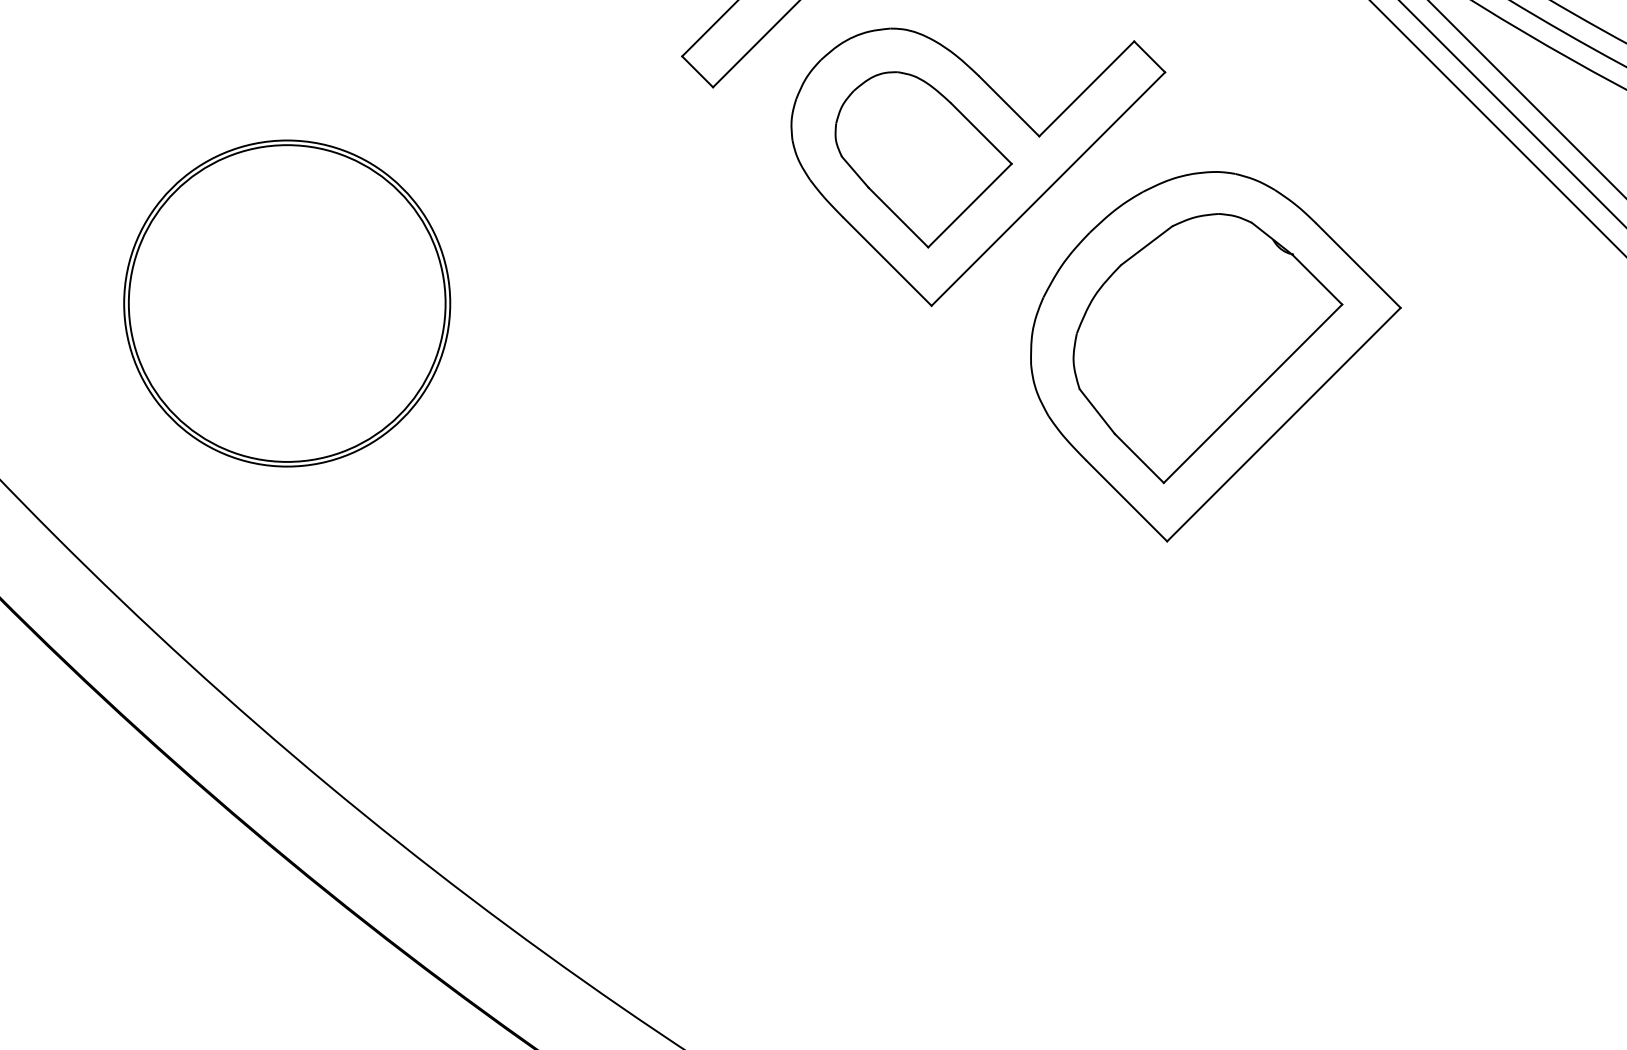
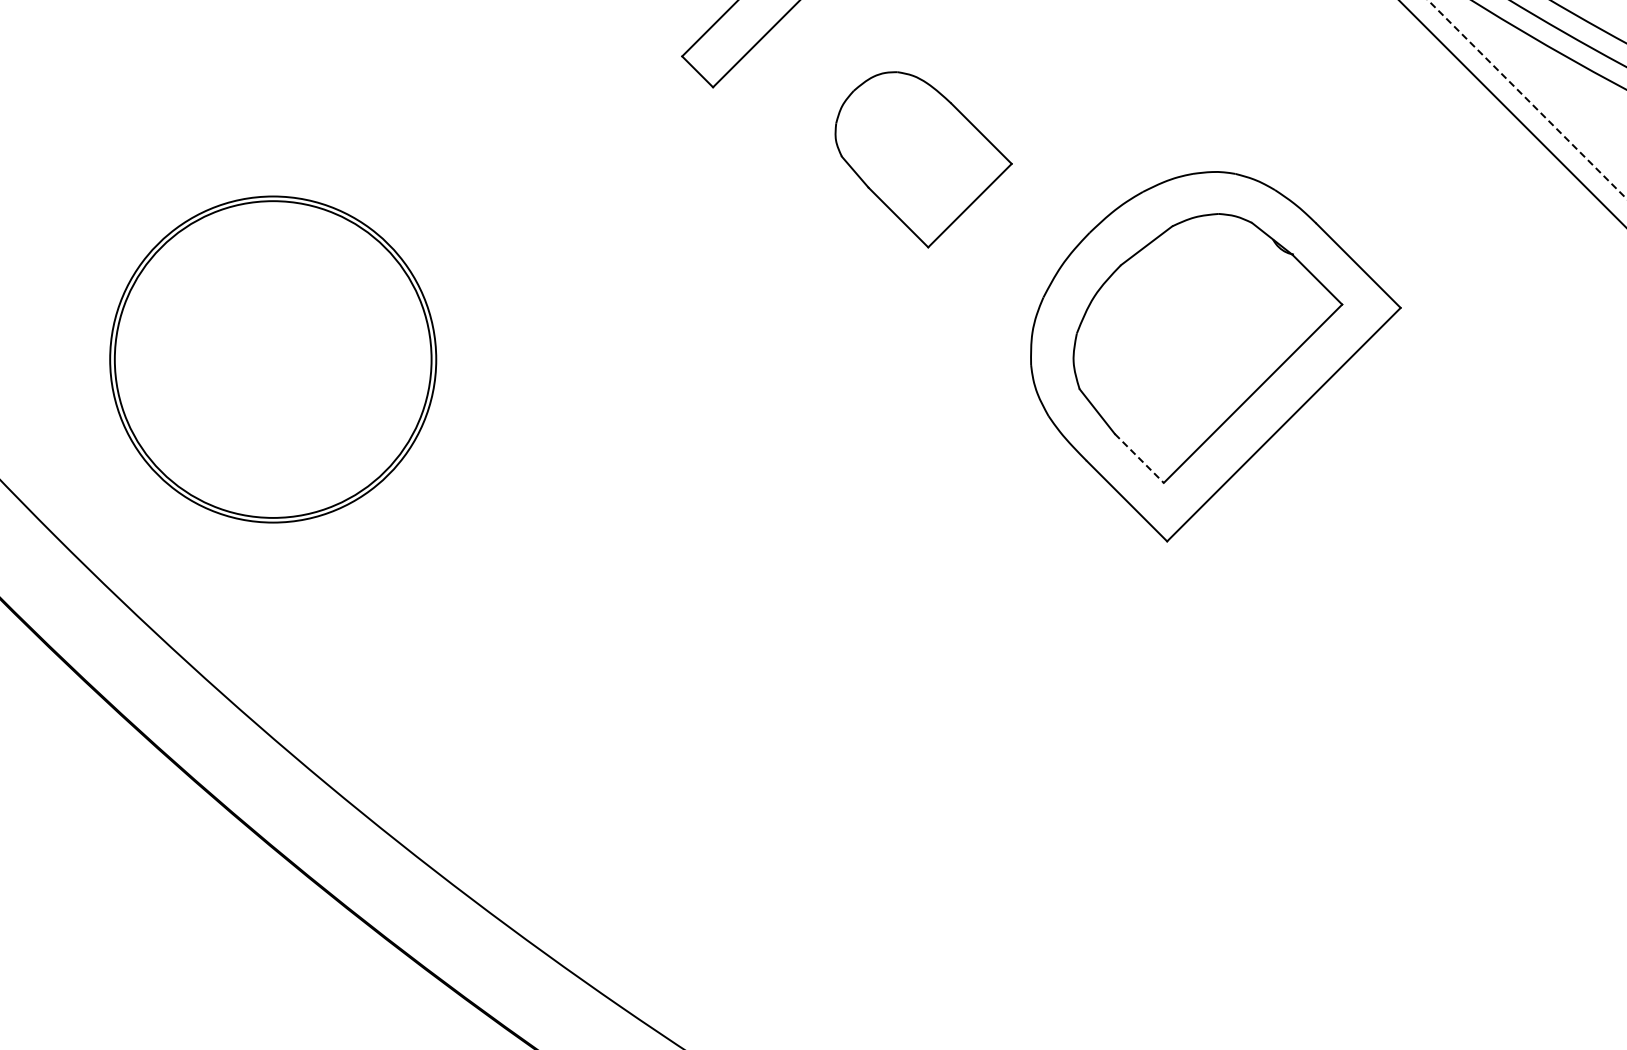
line at (1527, 100): solid -> dashed
line at (1497, 127): present -> none
part at (978, 166): present -> none
part at (287, 303) position: (287, 303) -> (273, 359)
line at (1139, 458): solid -> dashed
